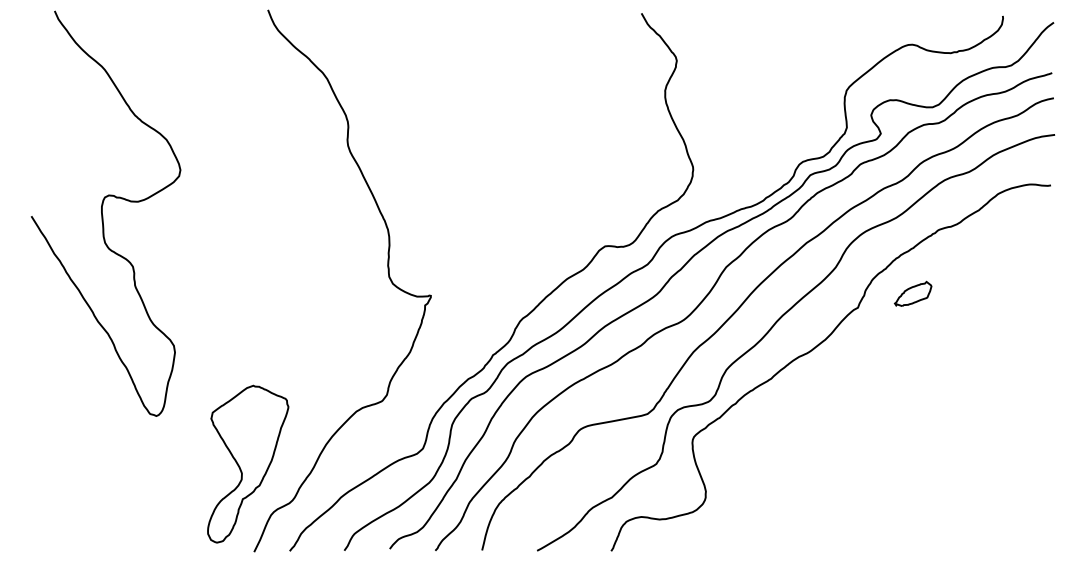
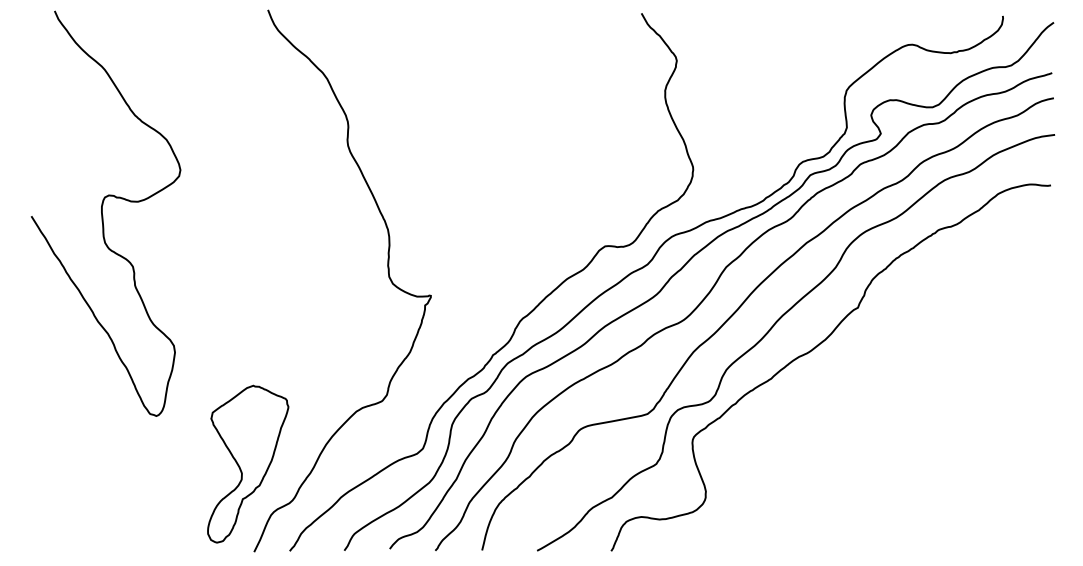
part at (912, 293): present -> none
